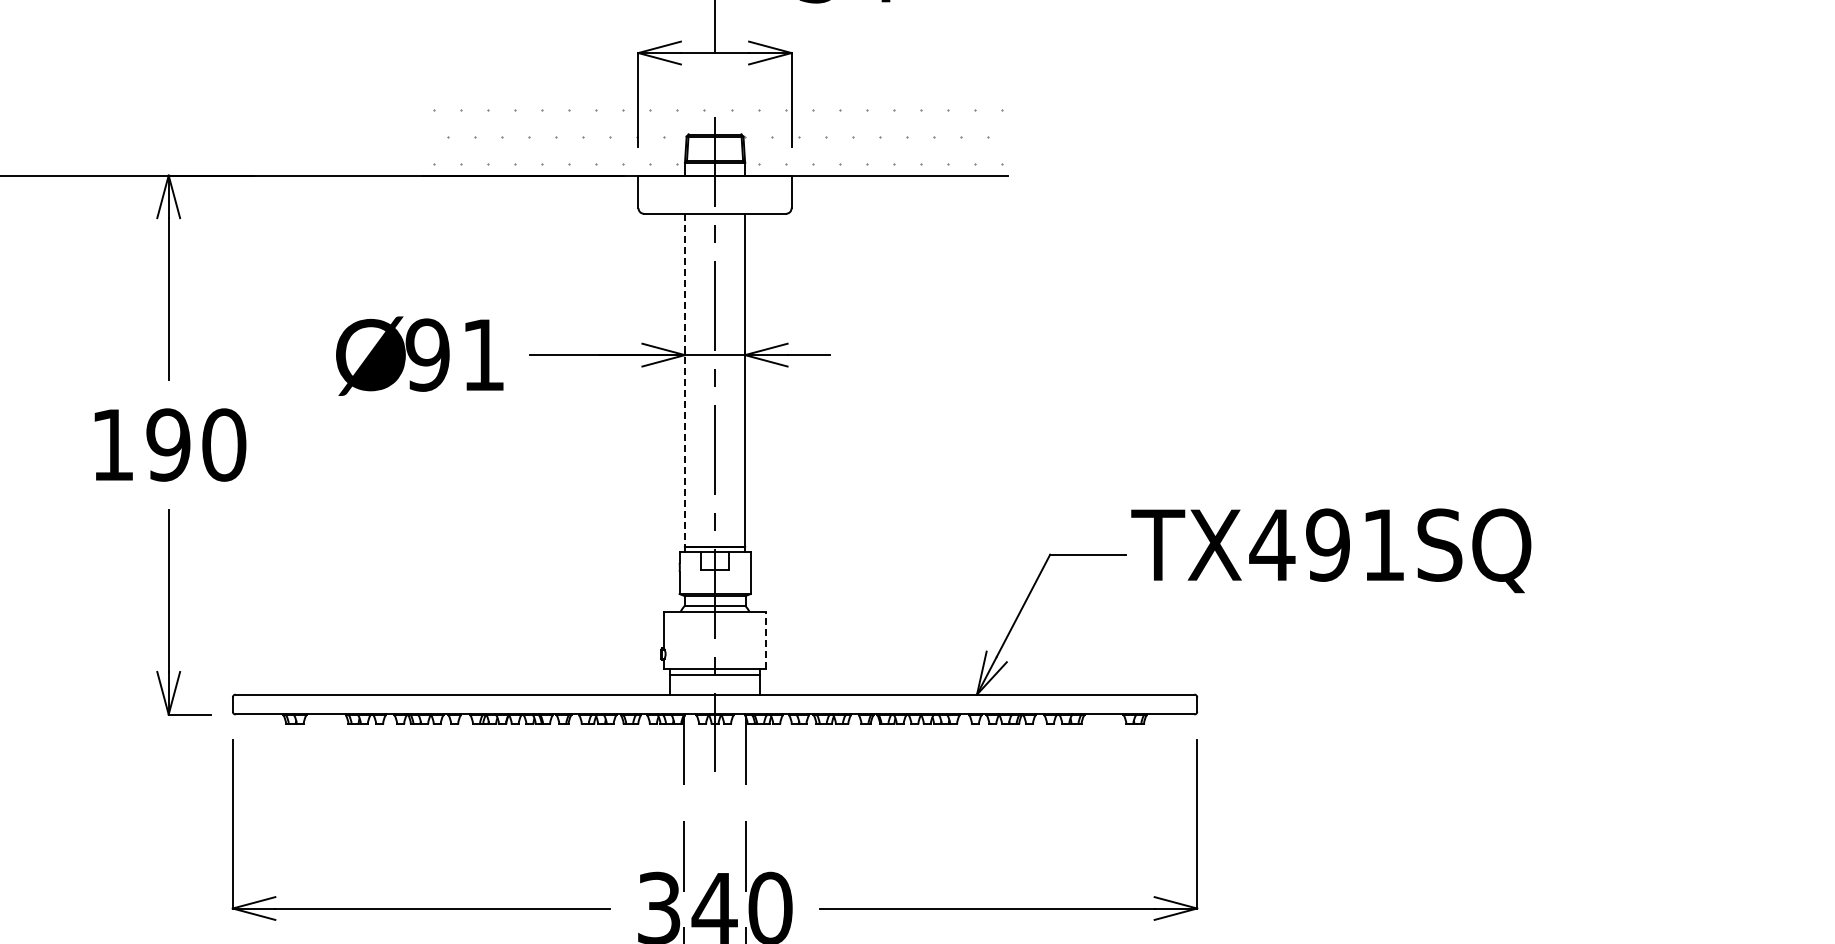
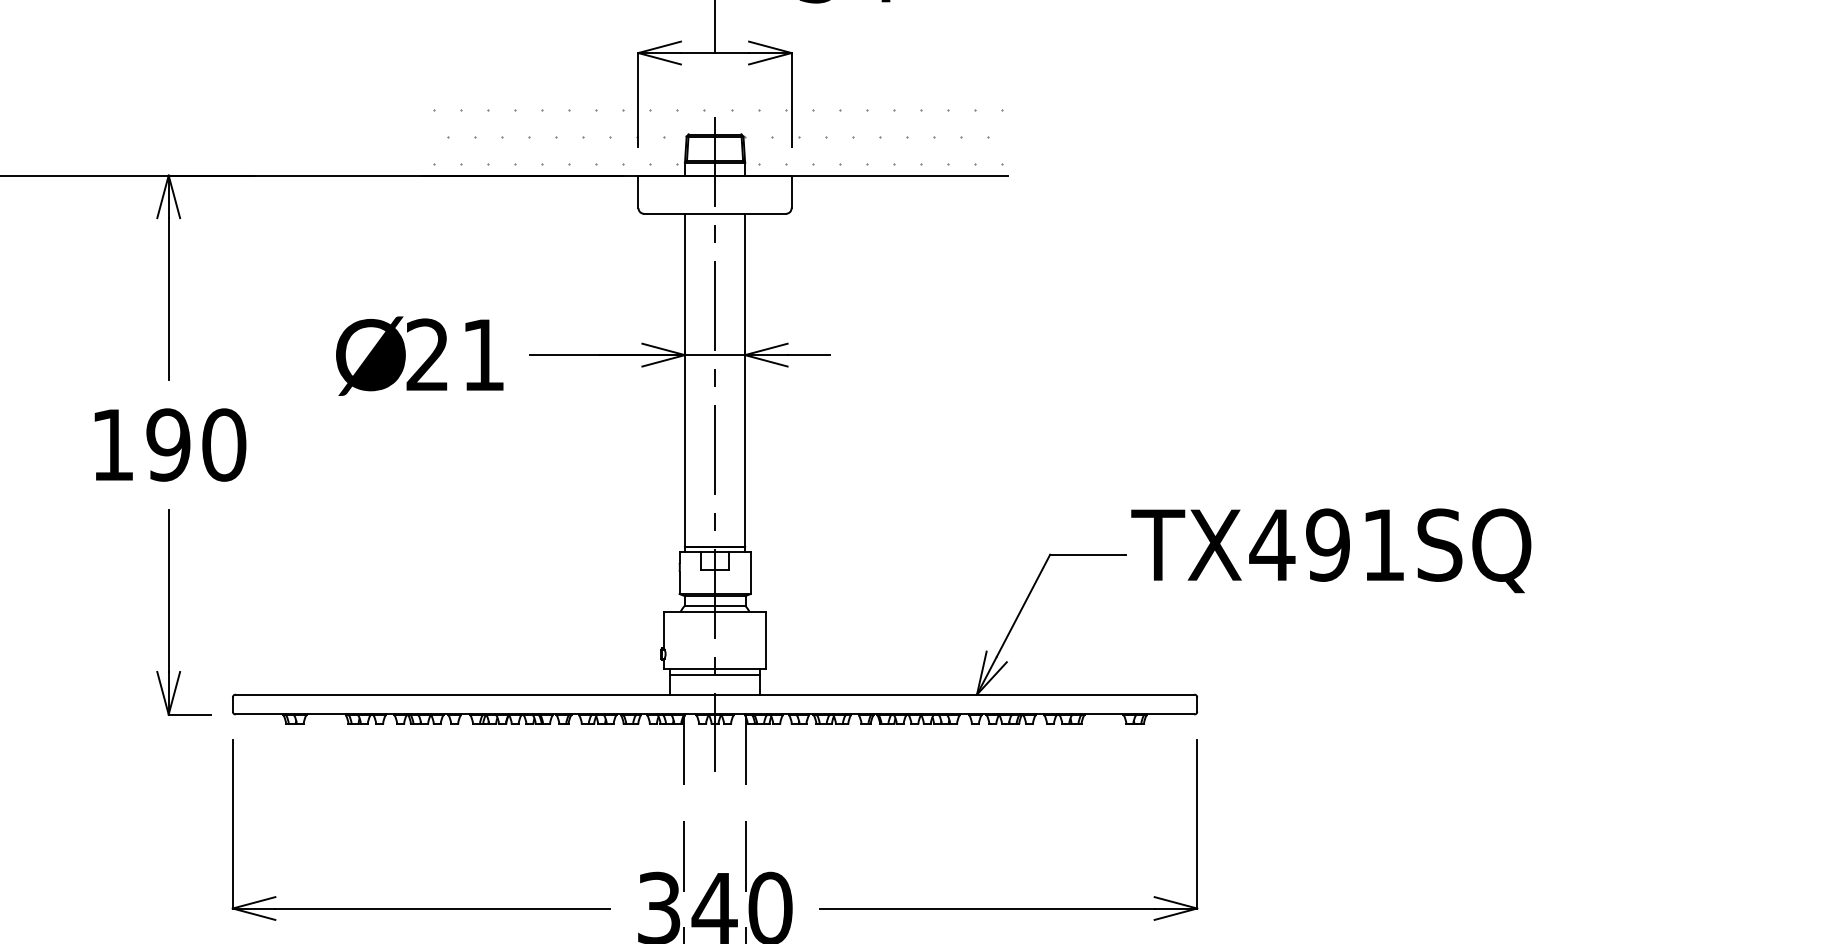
text at (427, 354): 91 -> 21
line at (685, 380): dashed -> solid
line at (766, 639): dashed -> solid
